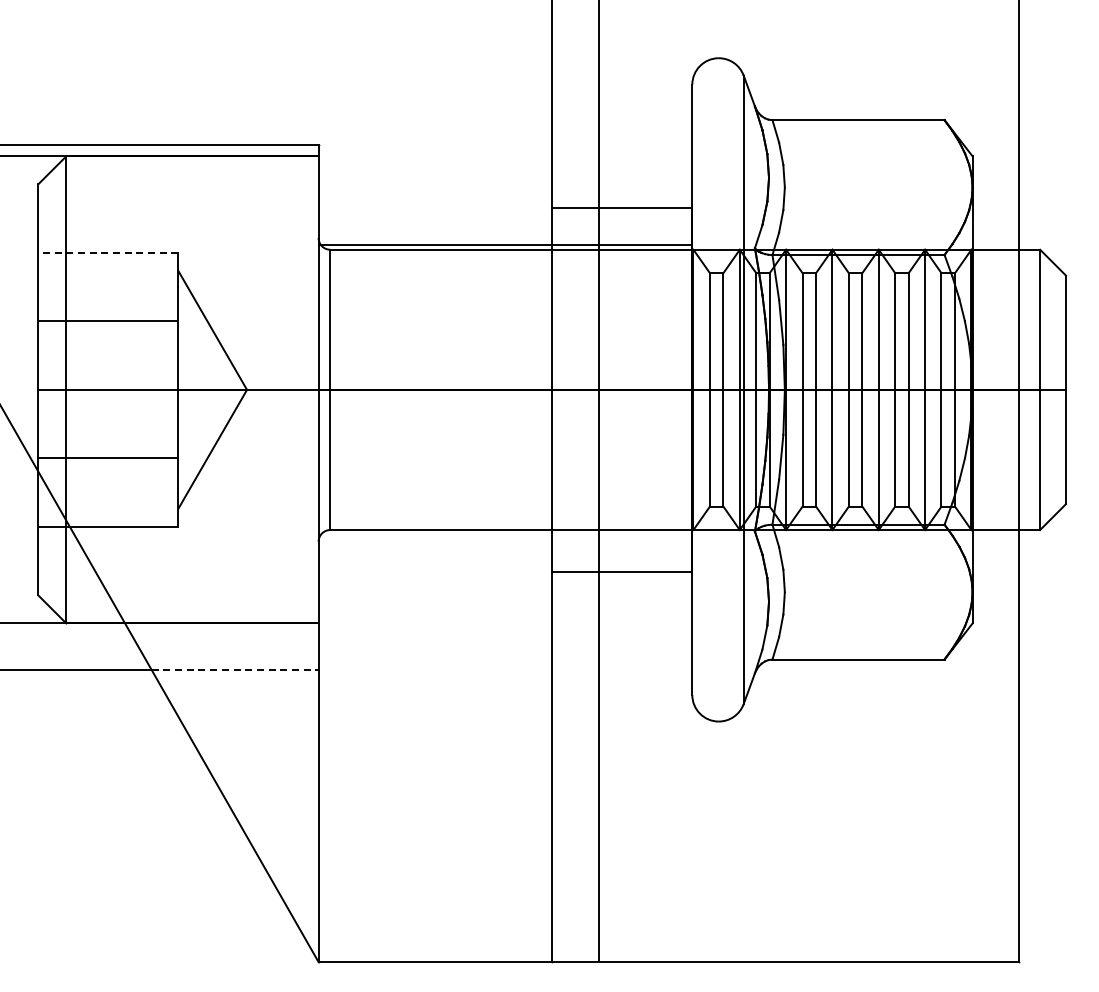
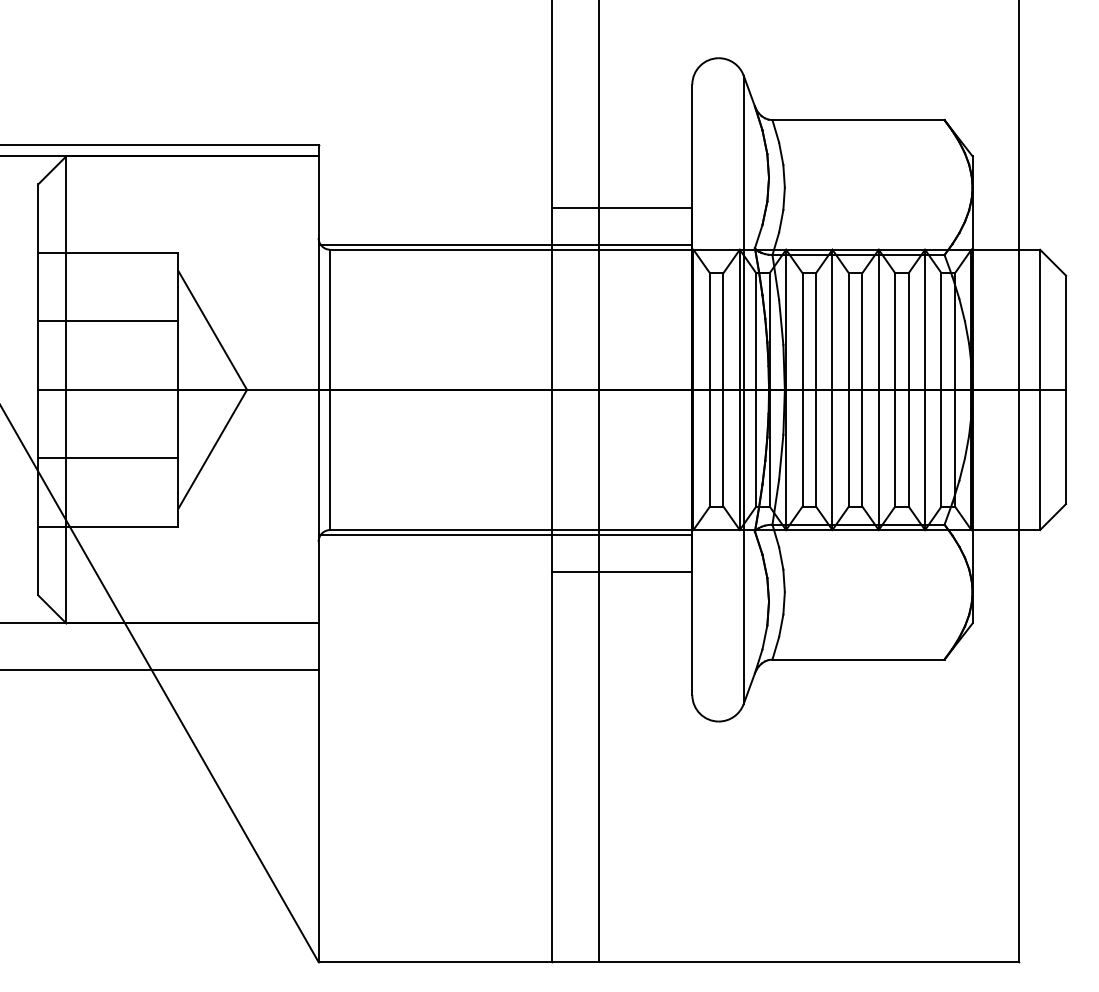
line at (107, 252): dashed -> solid
line at (505, 534): none -> present
line at (235, 670): dashed -> solid
